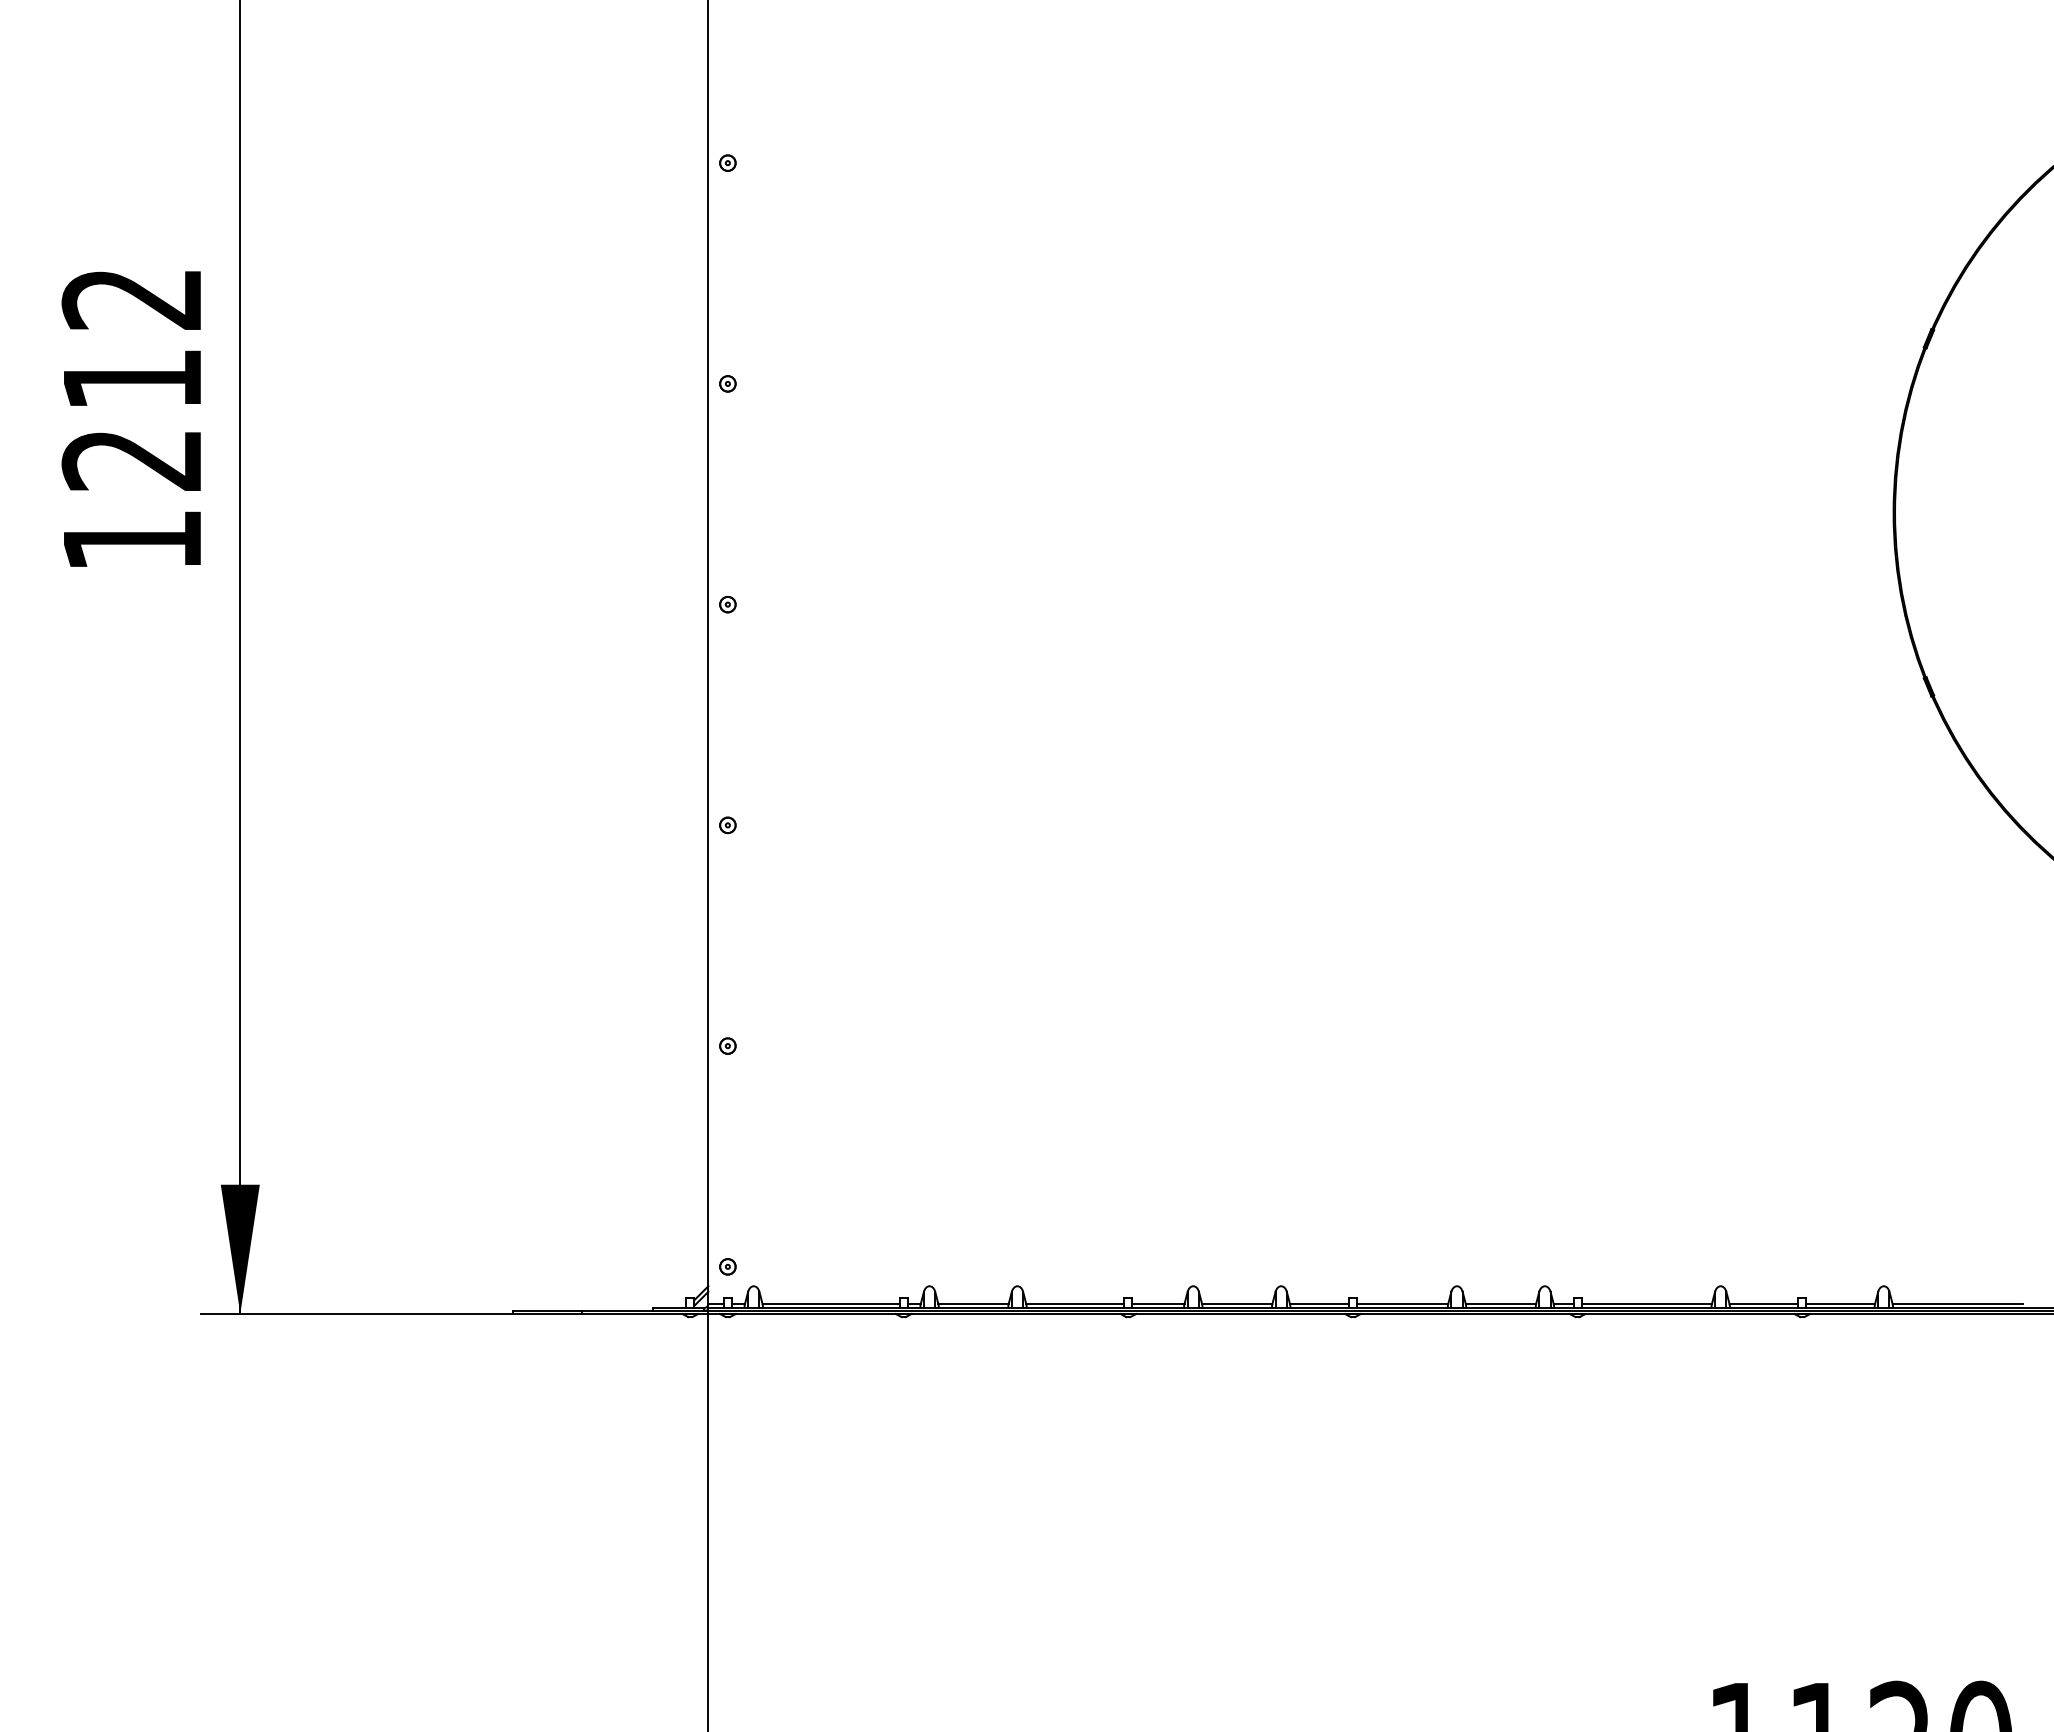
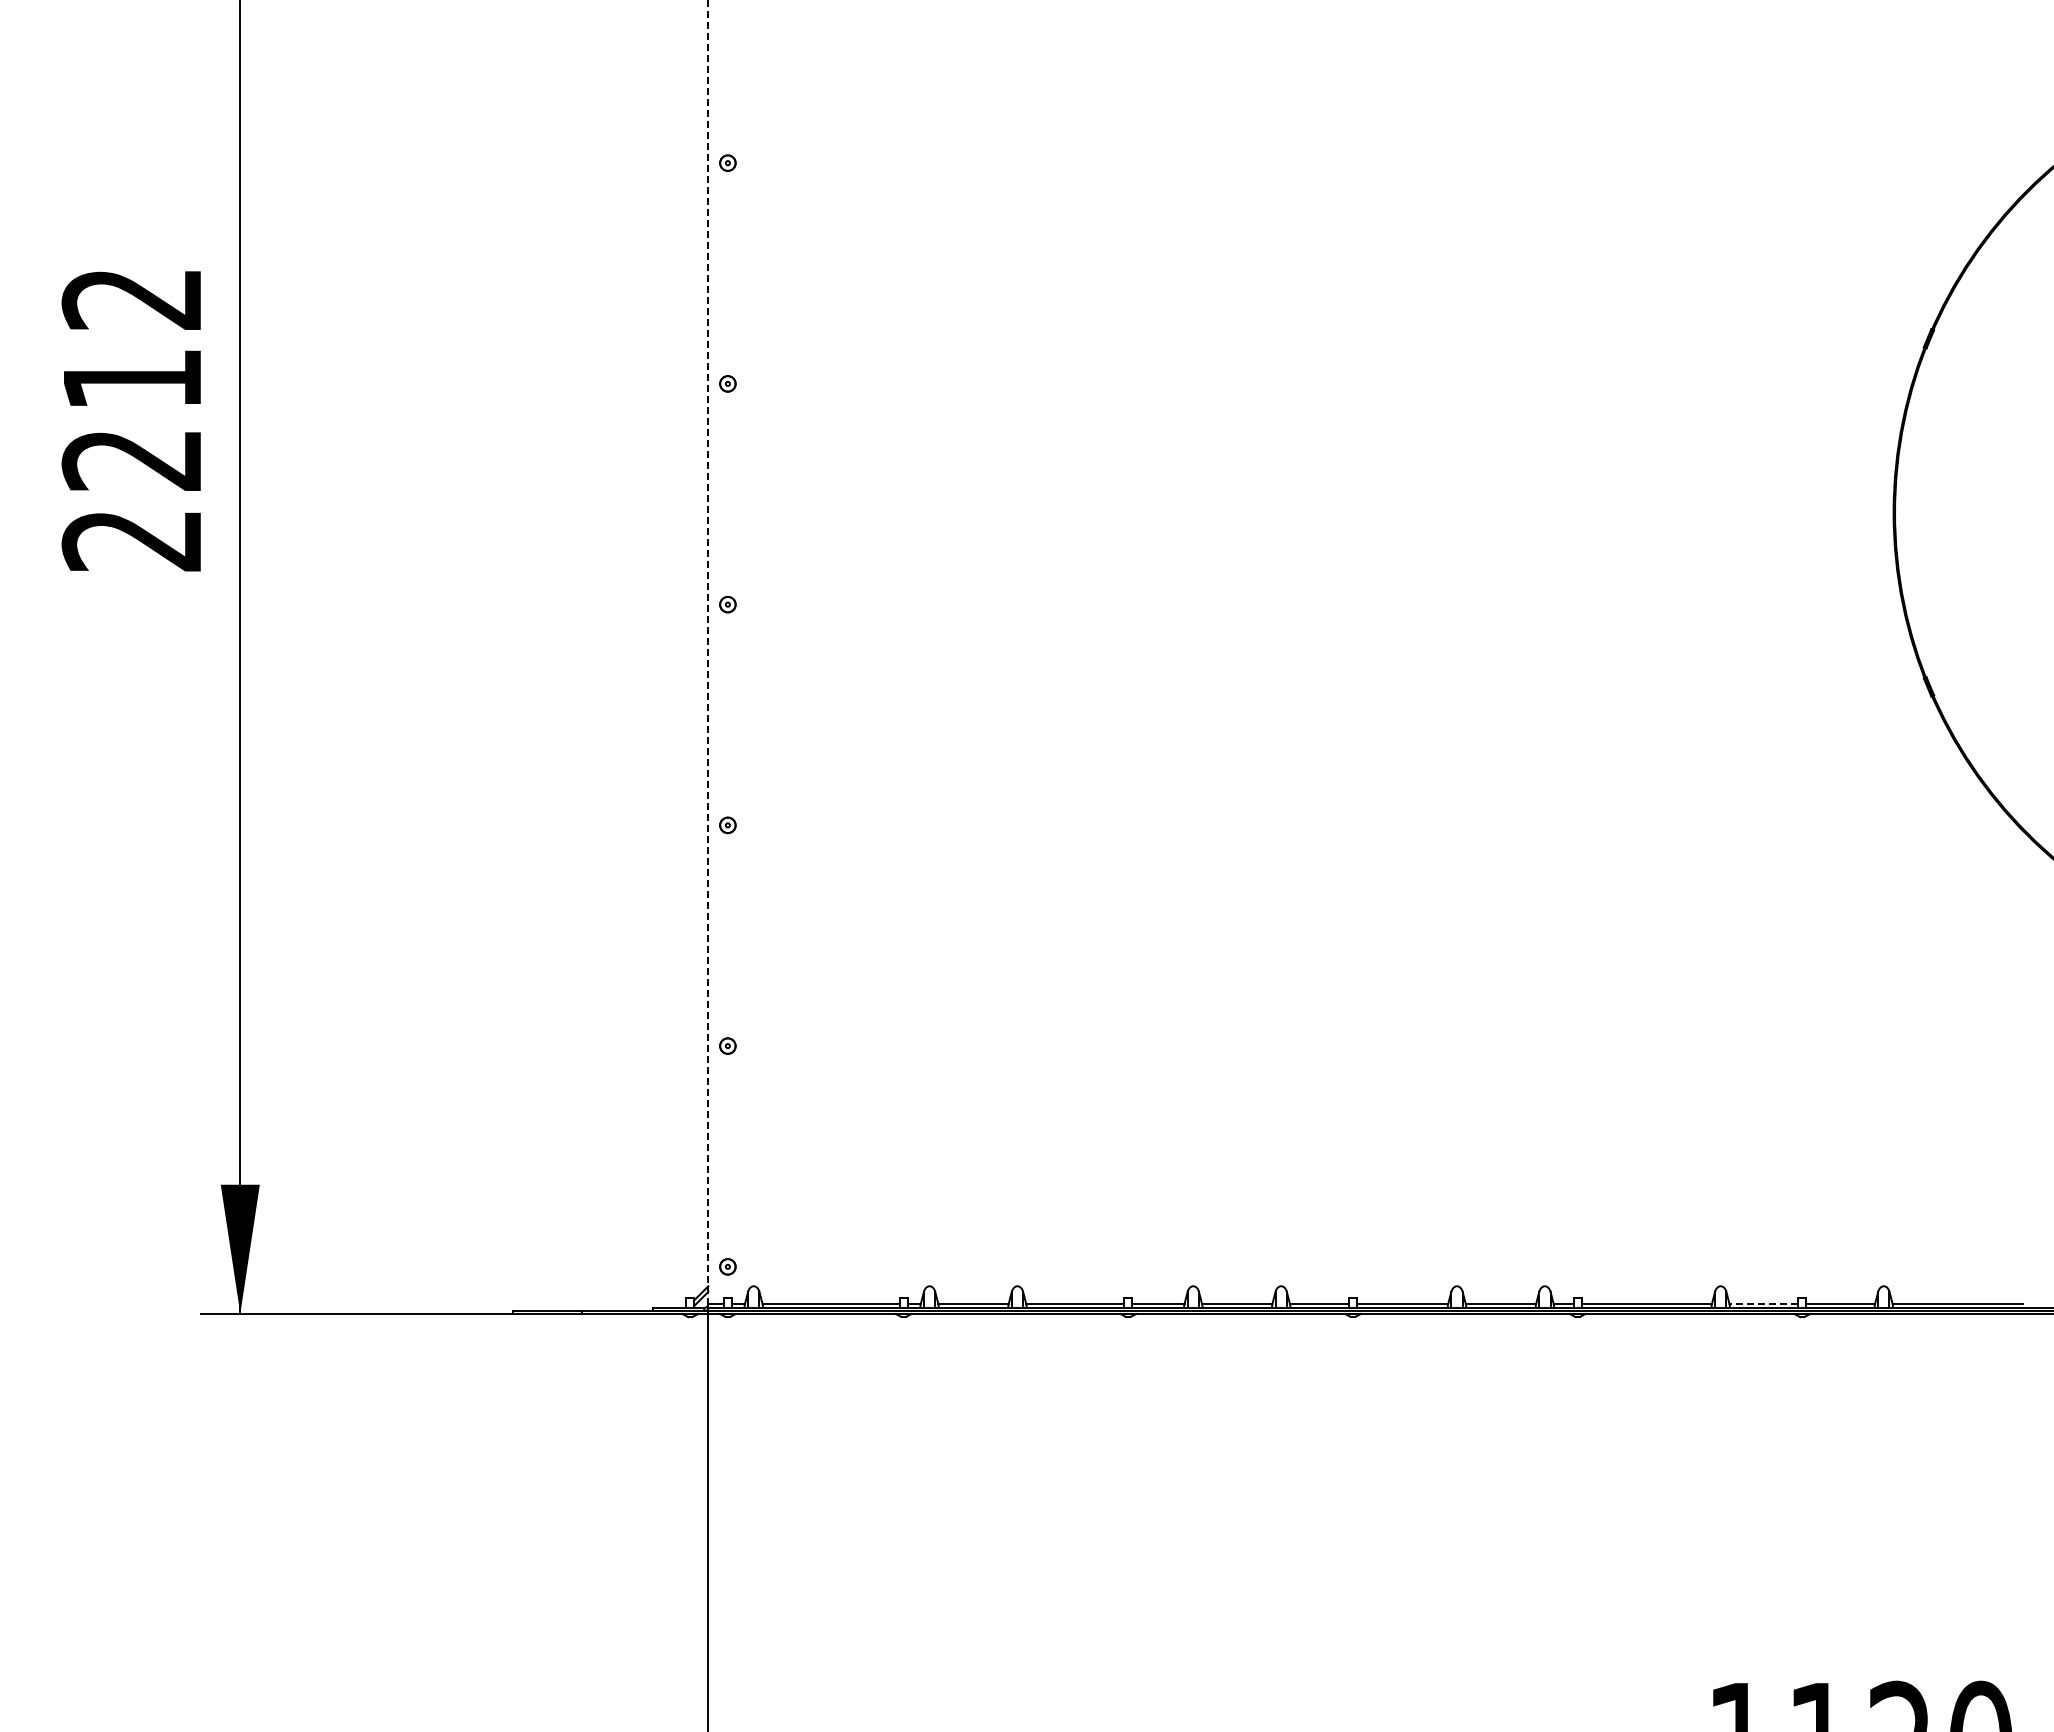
text at (130, 541): 1212 -> 2212
line at (708, 652): solid -> dashed
line at (1763, 1303): solid -> dashed
